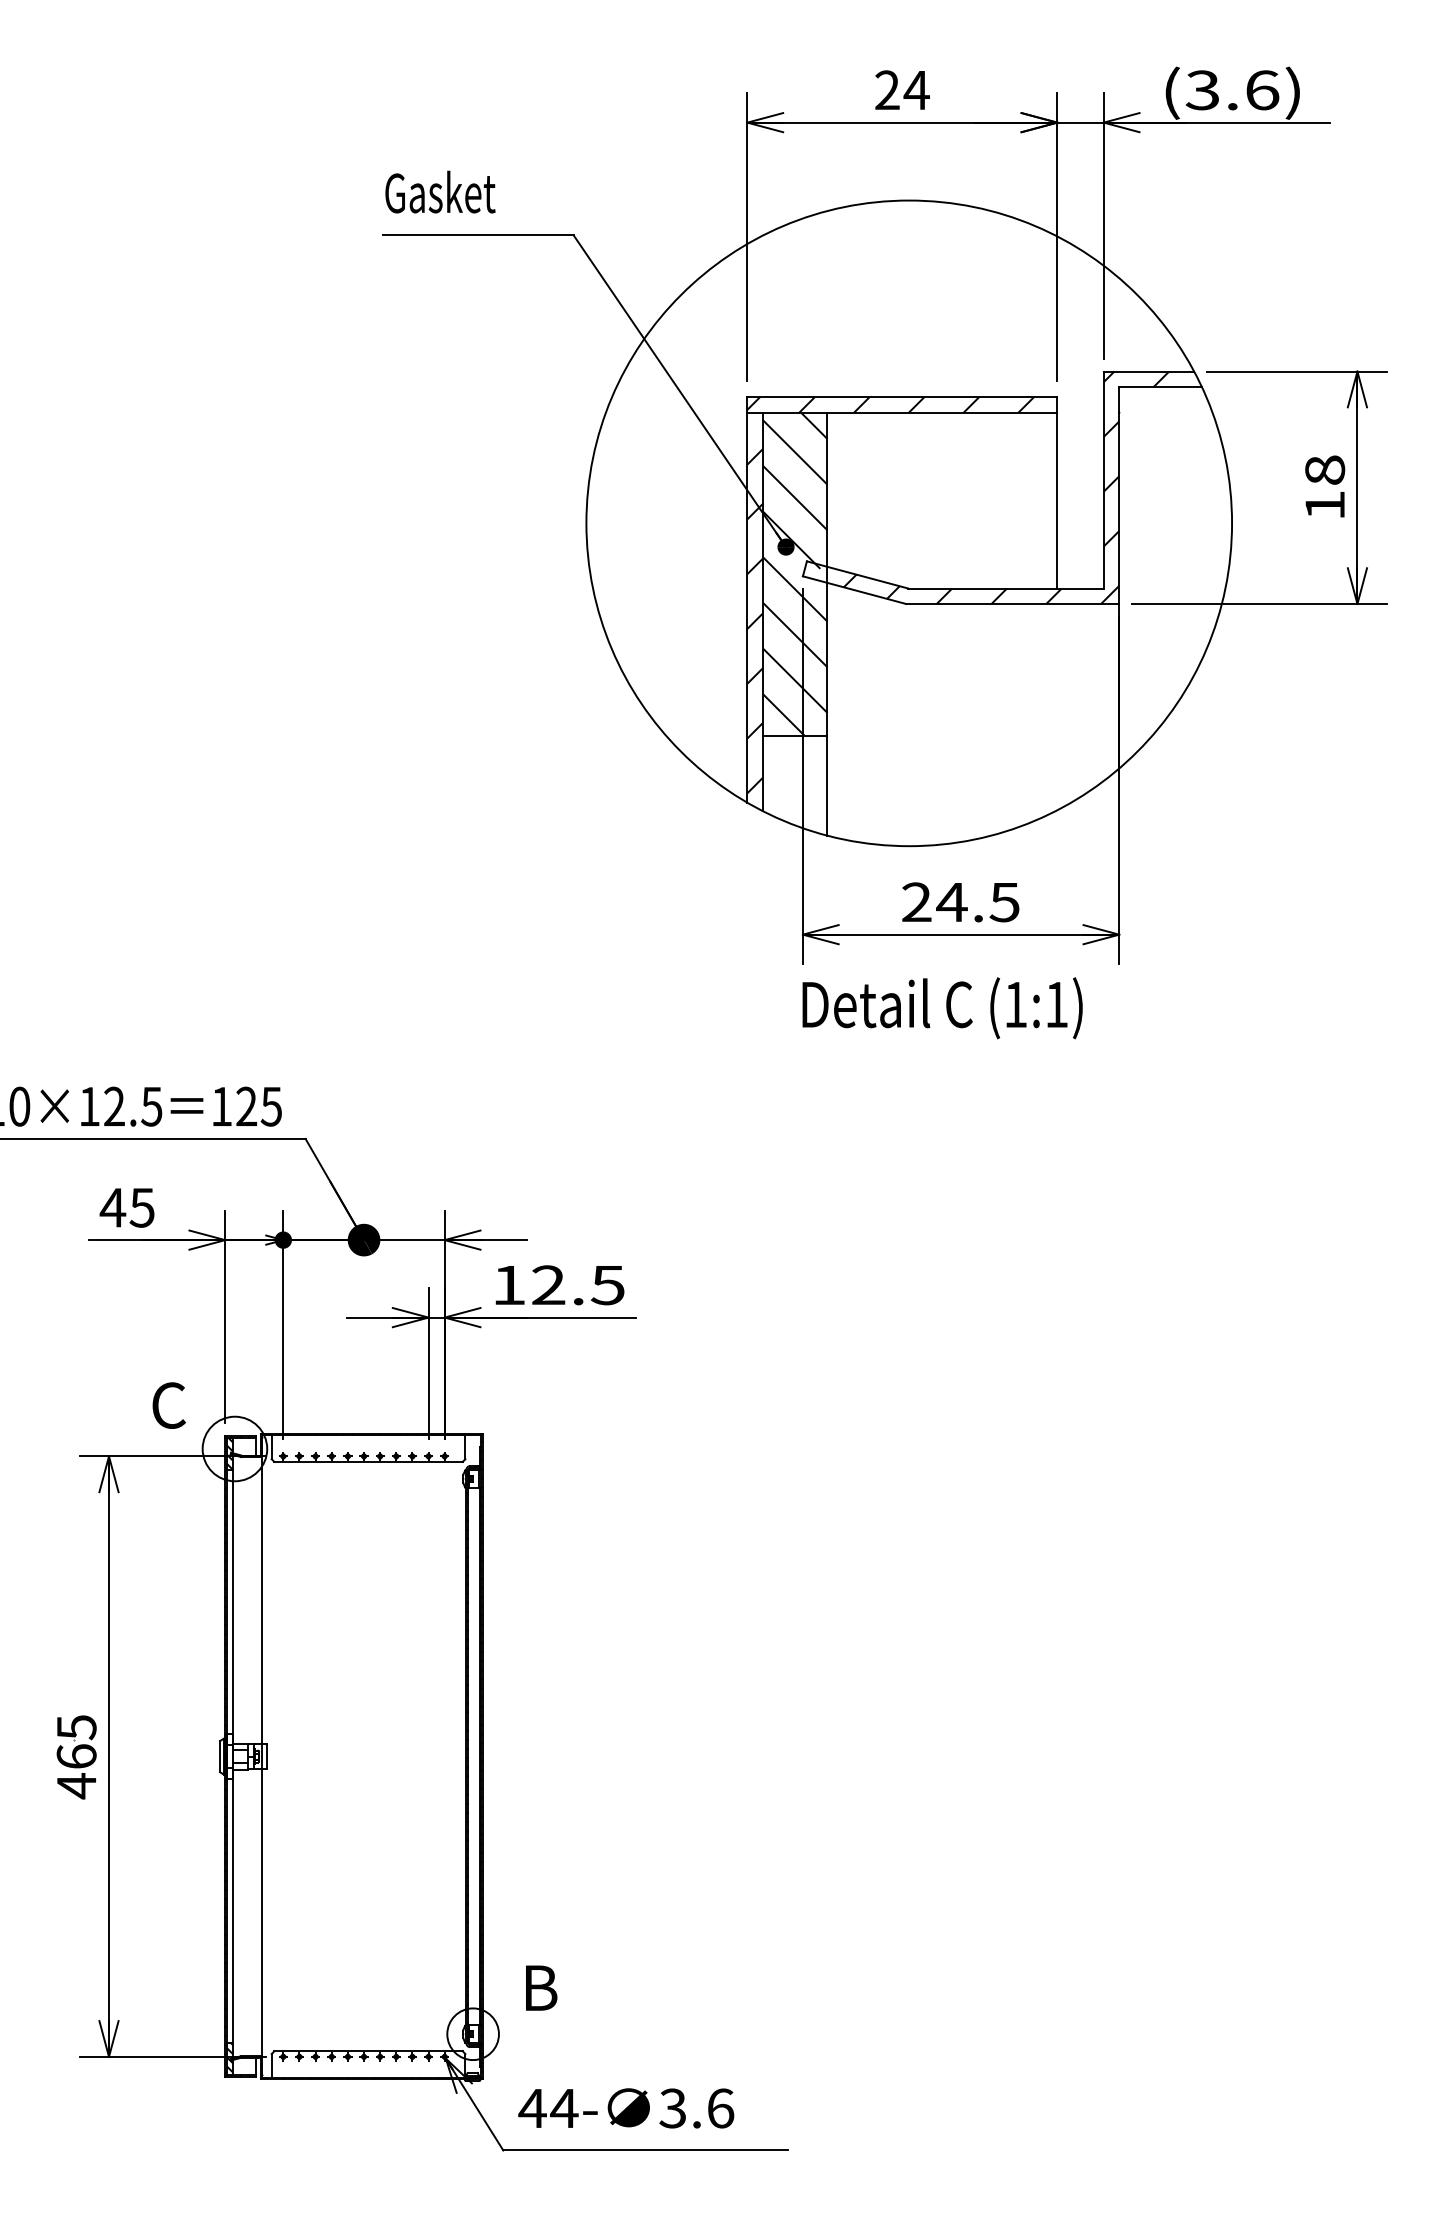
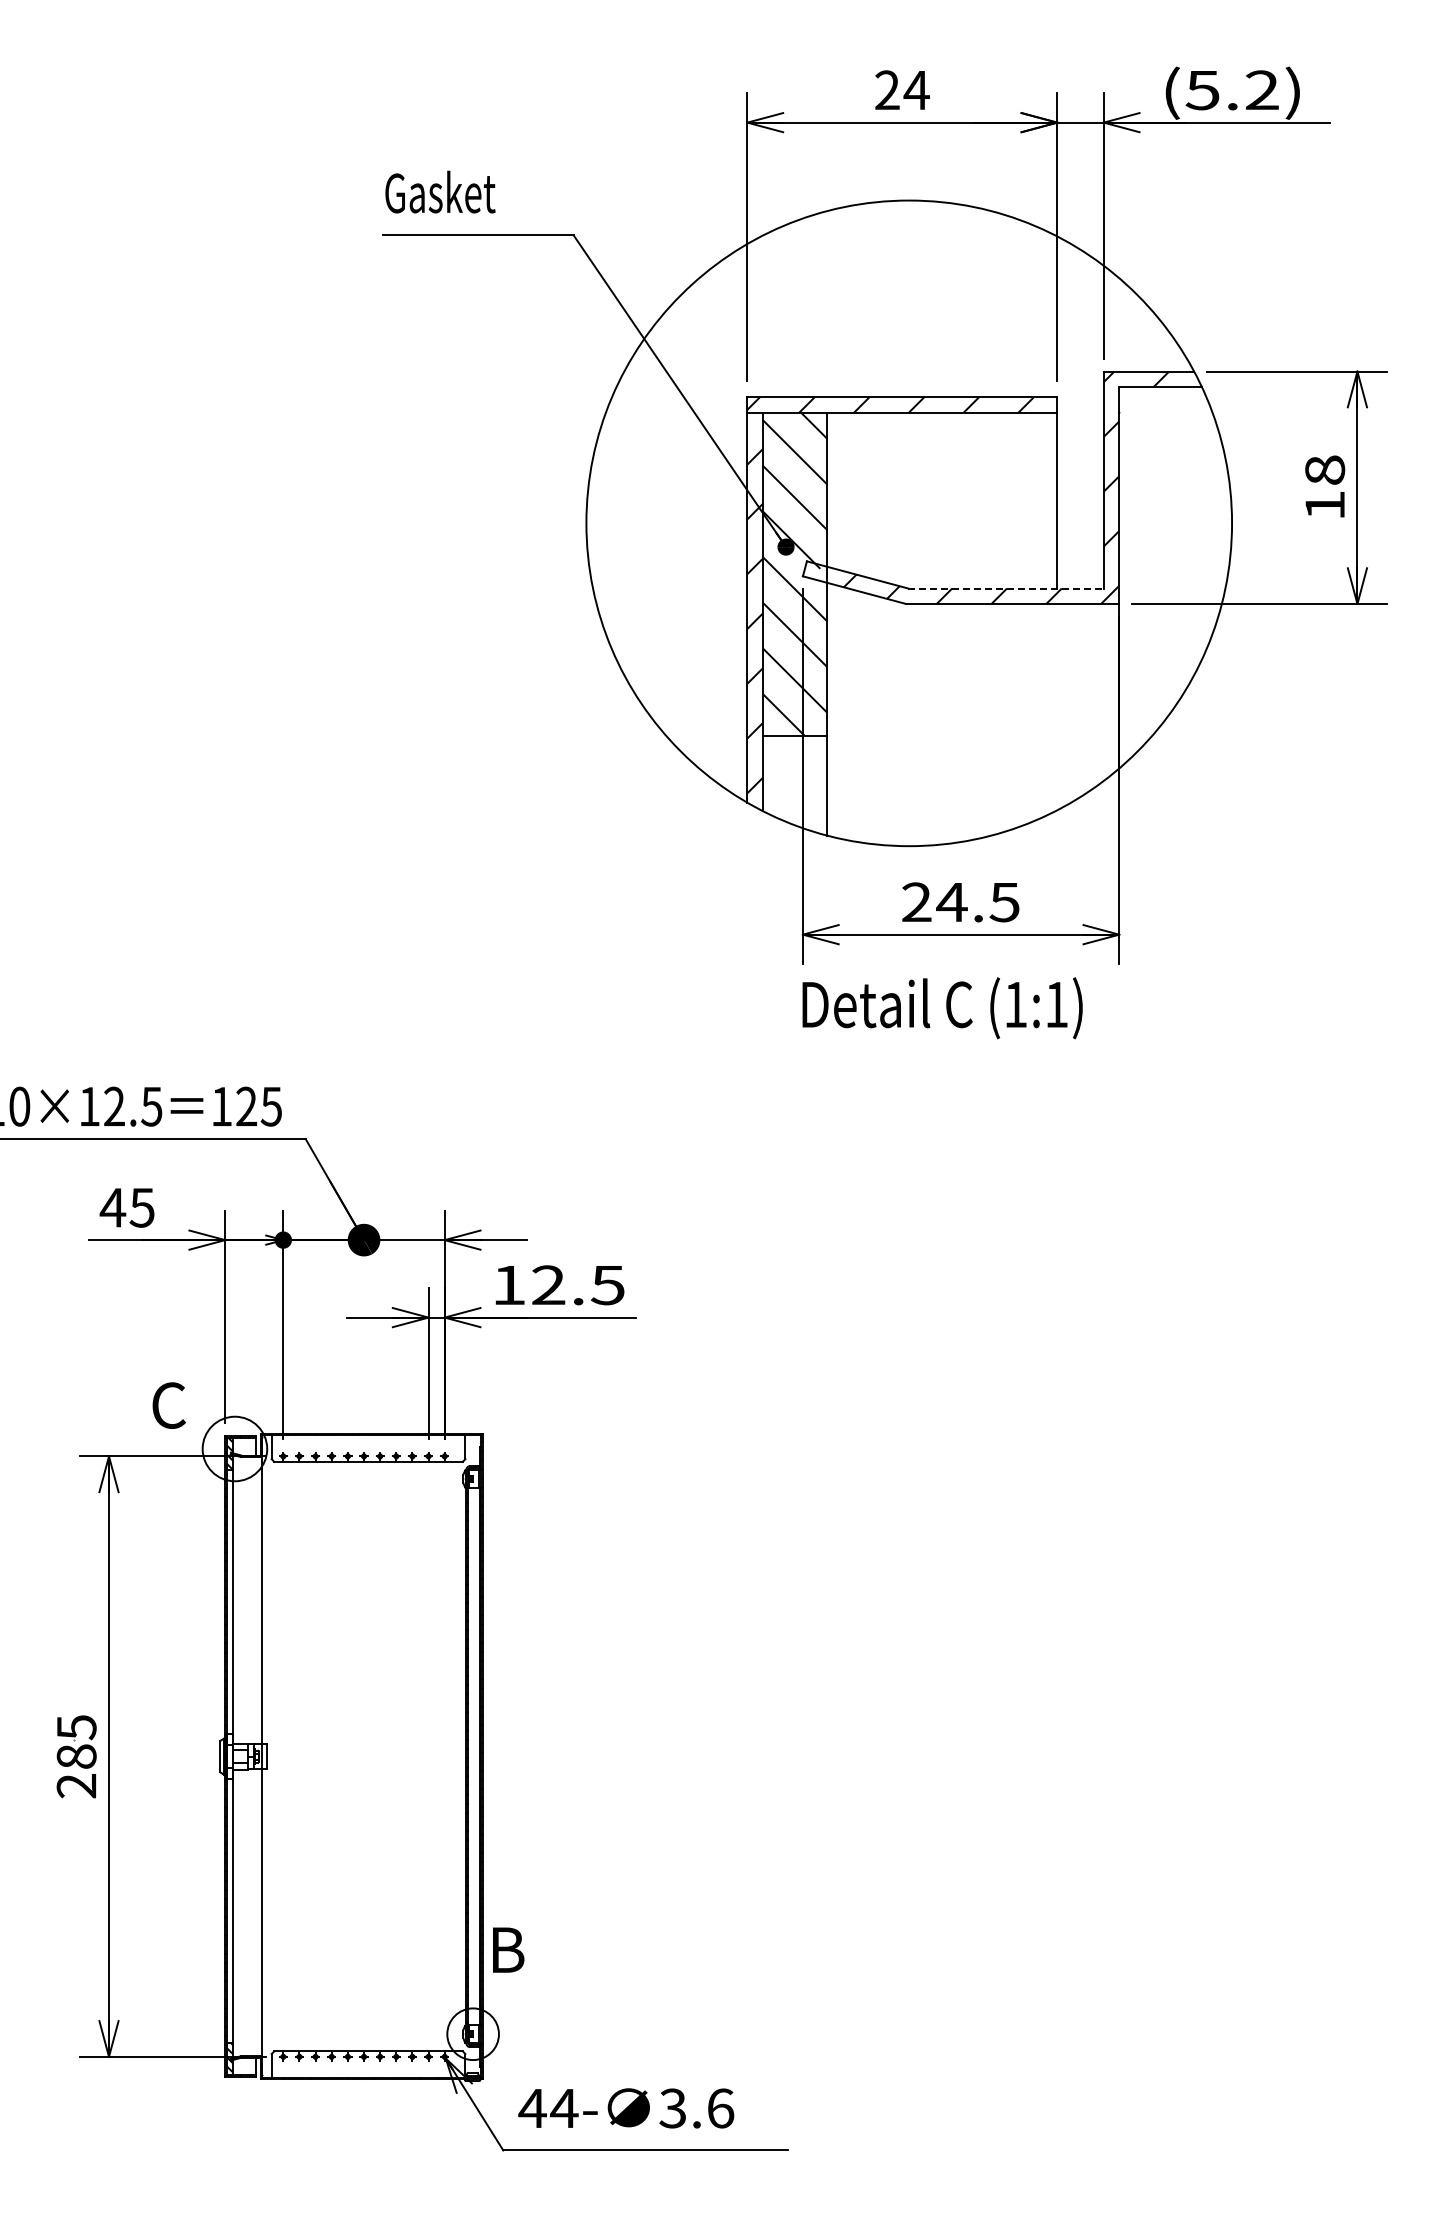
text at (1232, 90): (3.6) -> (5.2)
line at (1006, 588): solid -> dashed
text at (76, 1771): 465 -> 285
text at (541, 1987) position: (541, 1987) -> (508, 1949)
